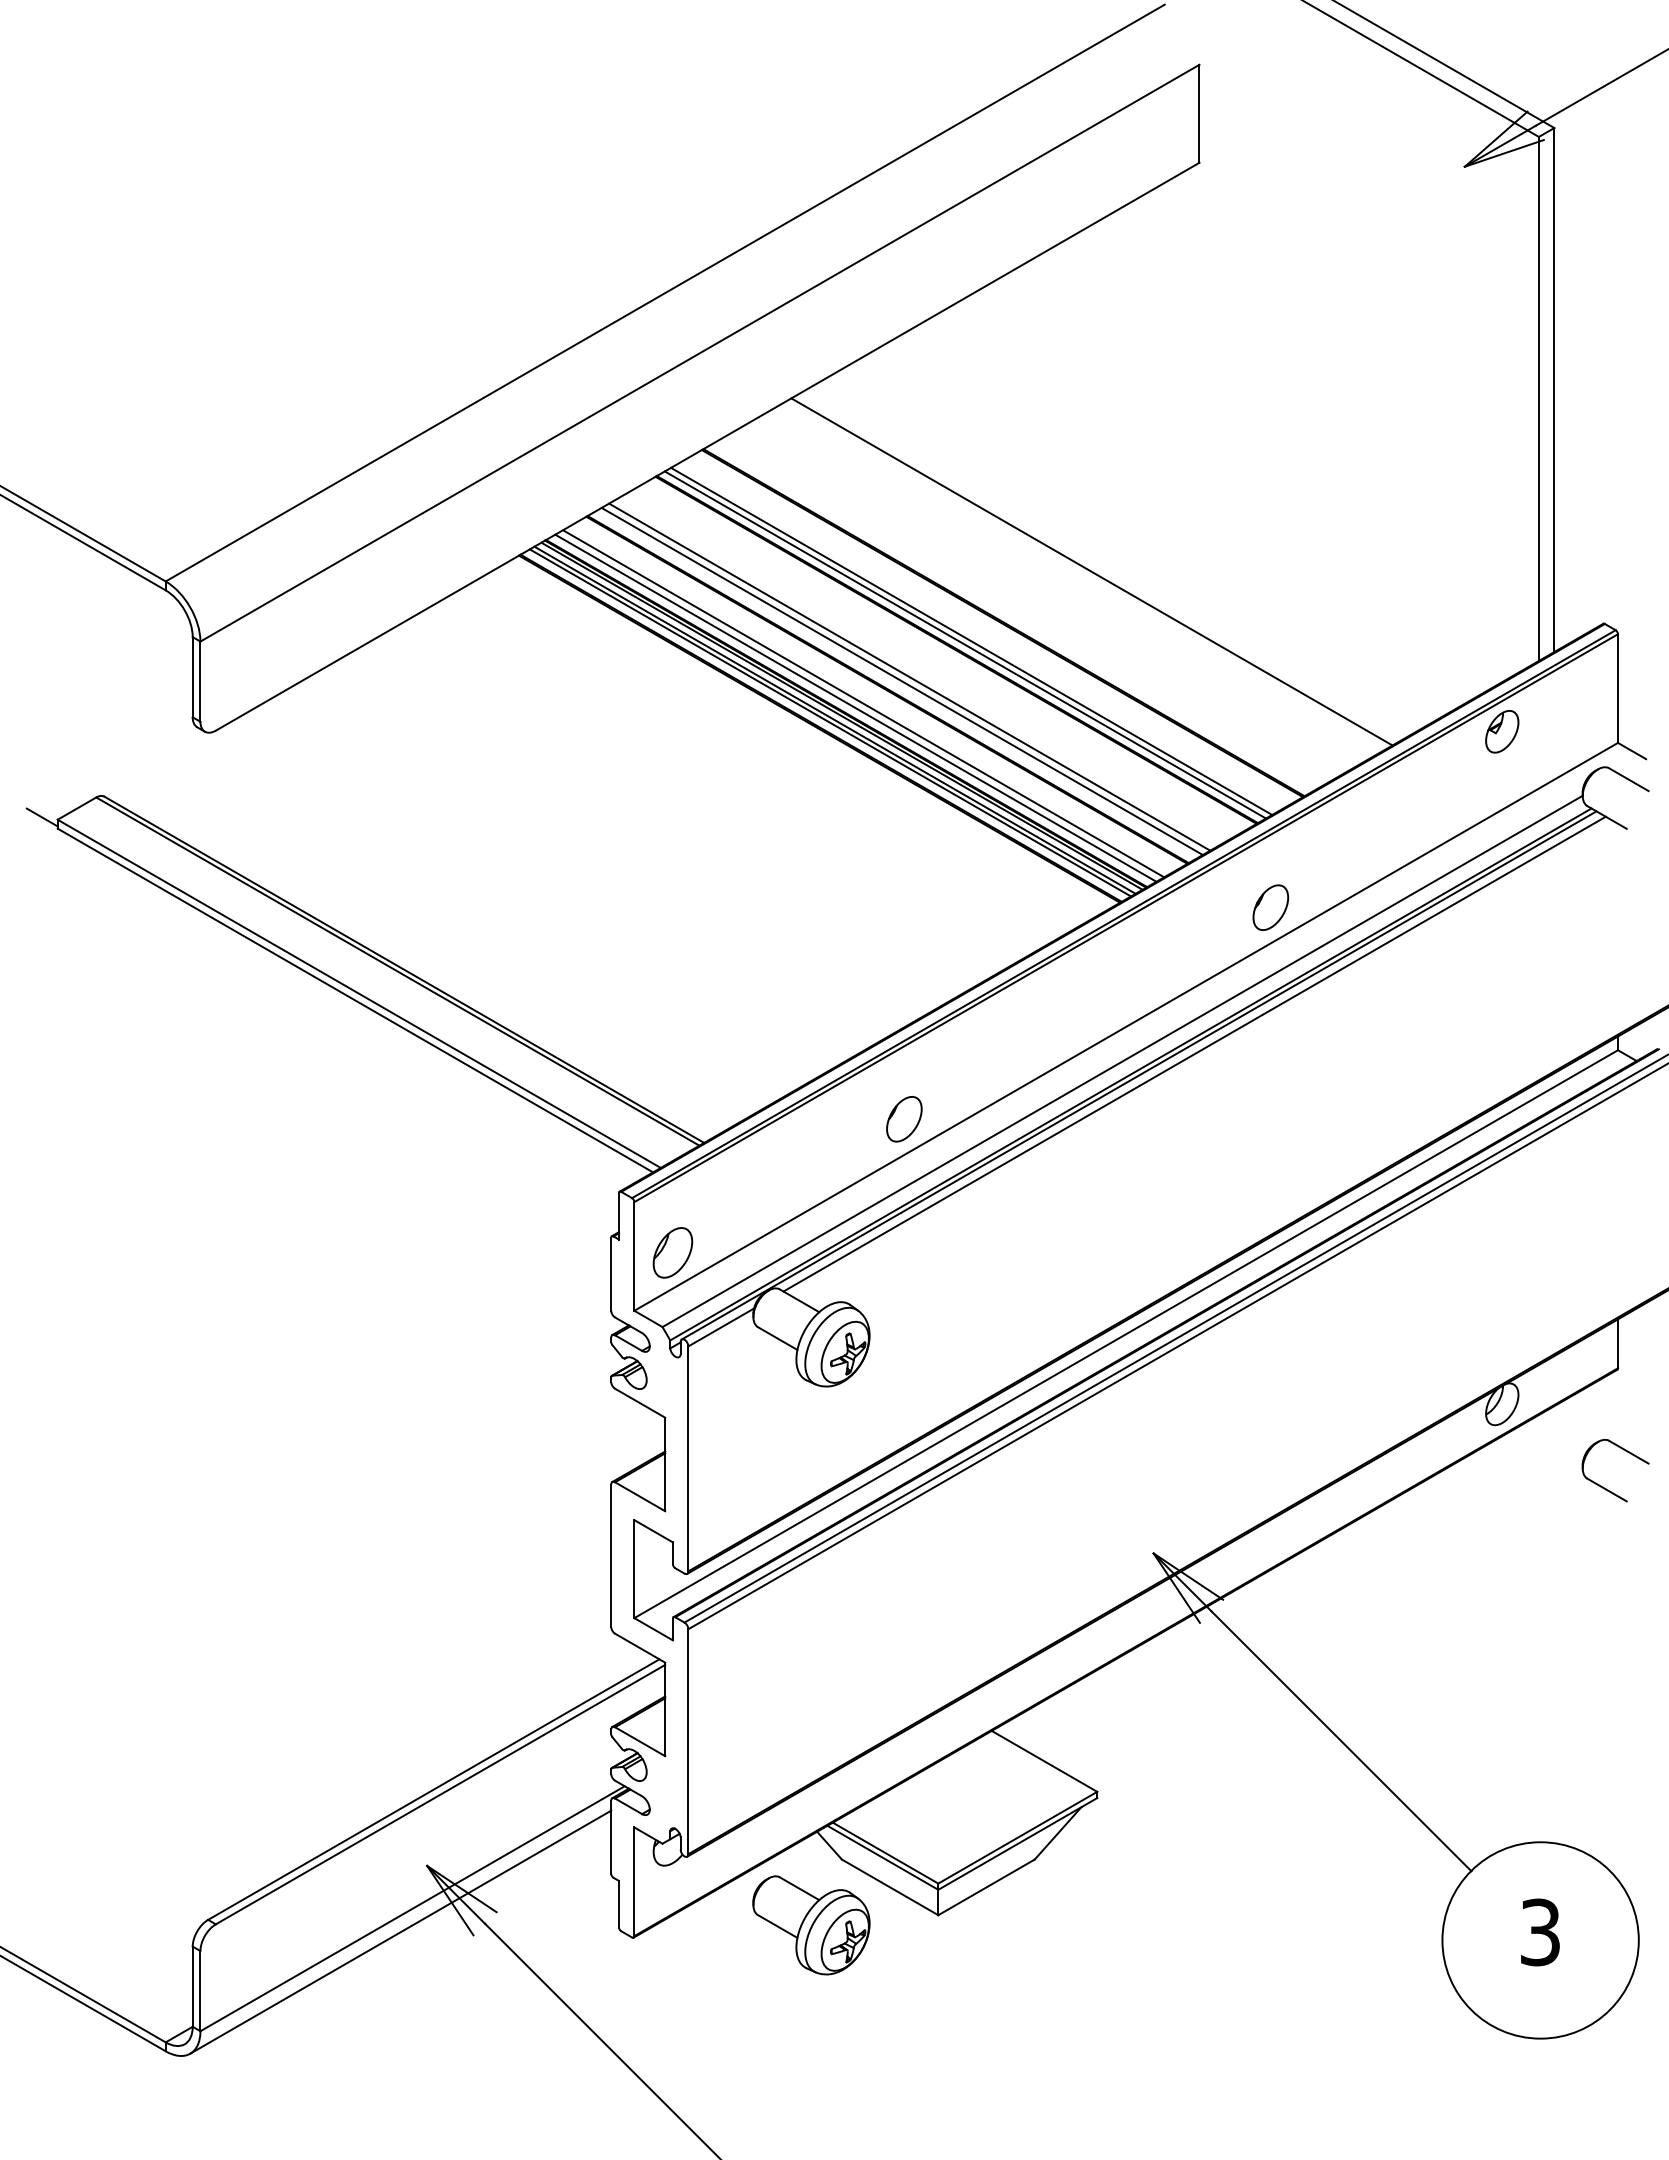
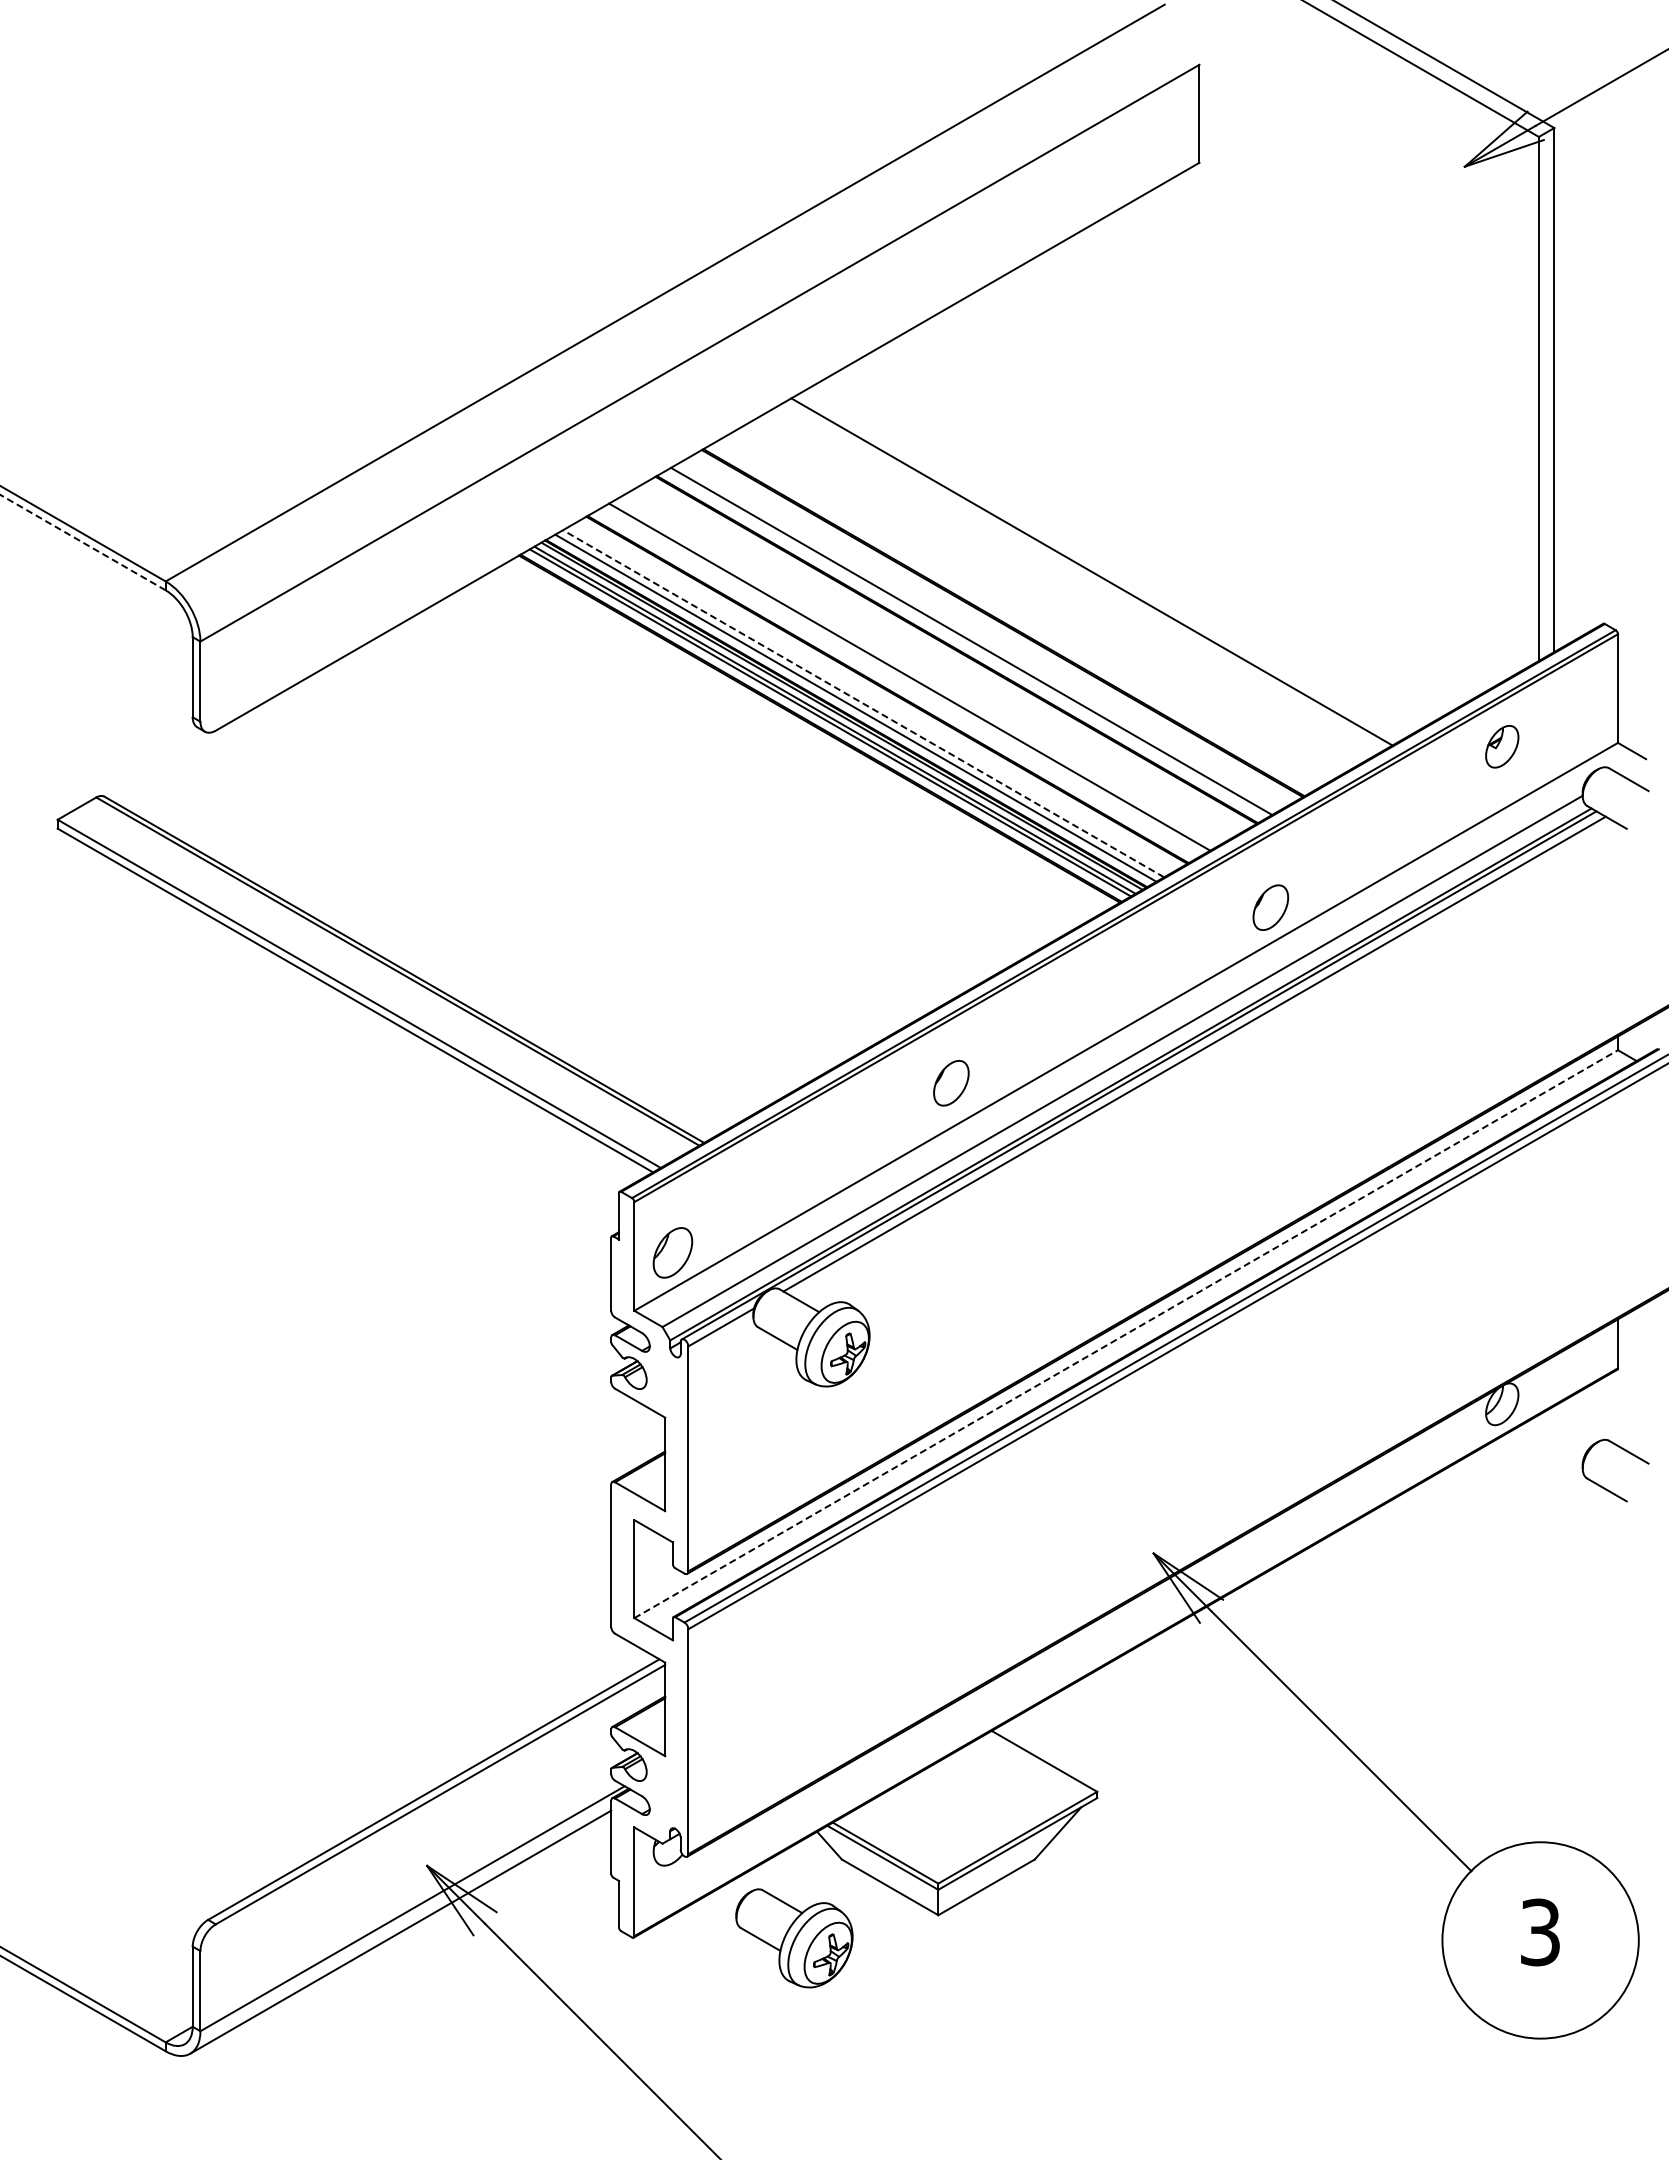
line at (82, 542): solid -> dashed
line at (965, 644): present -> none
line at (901, 681): present -> none
line at (863, 703): solid -> dashed
part at (1502, 731) position: (1502, 731) -> (1502, 746)
line at (41, 817): present -> none
part at (904, 1119) position: (904, 1119) -> (951, 1083)
line at (1126, 1334): solid -> dashed
part at (811, 1925) position: (811, 1925) -> (794, 1938)
